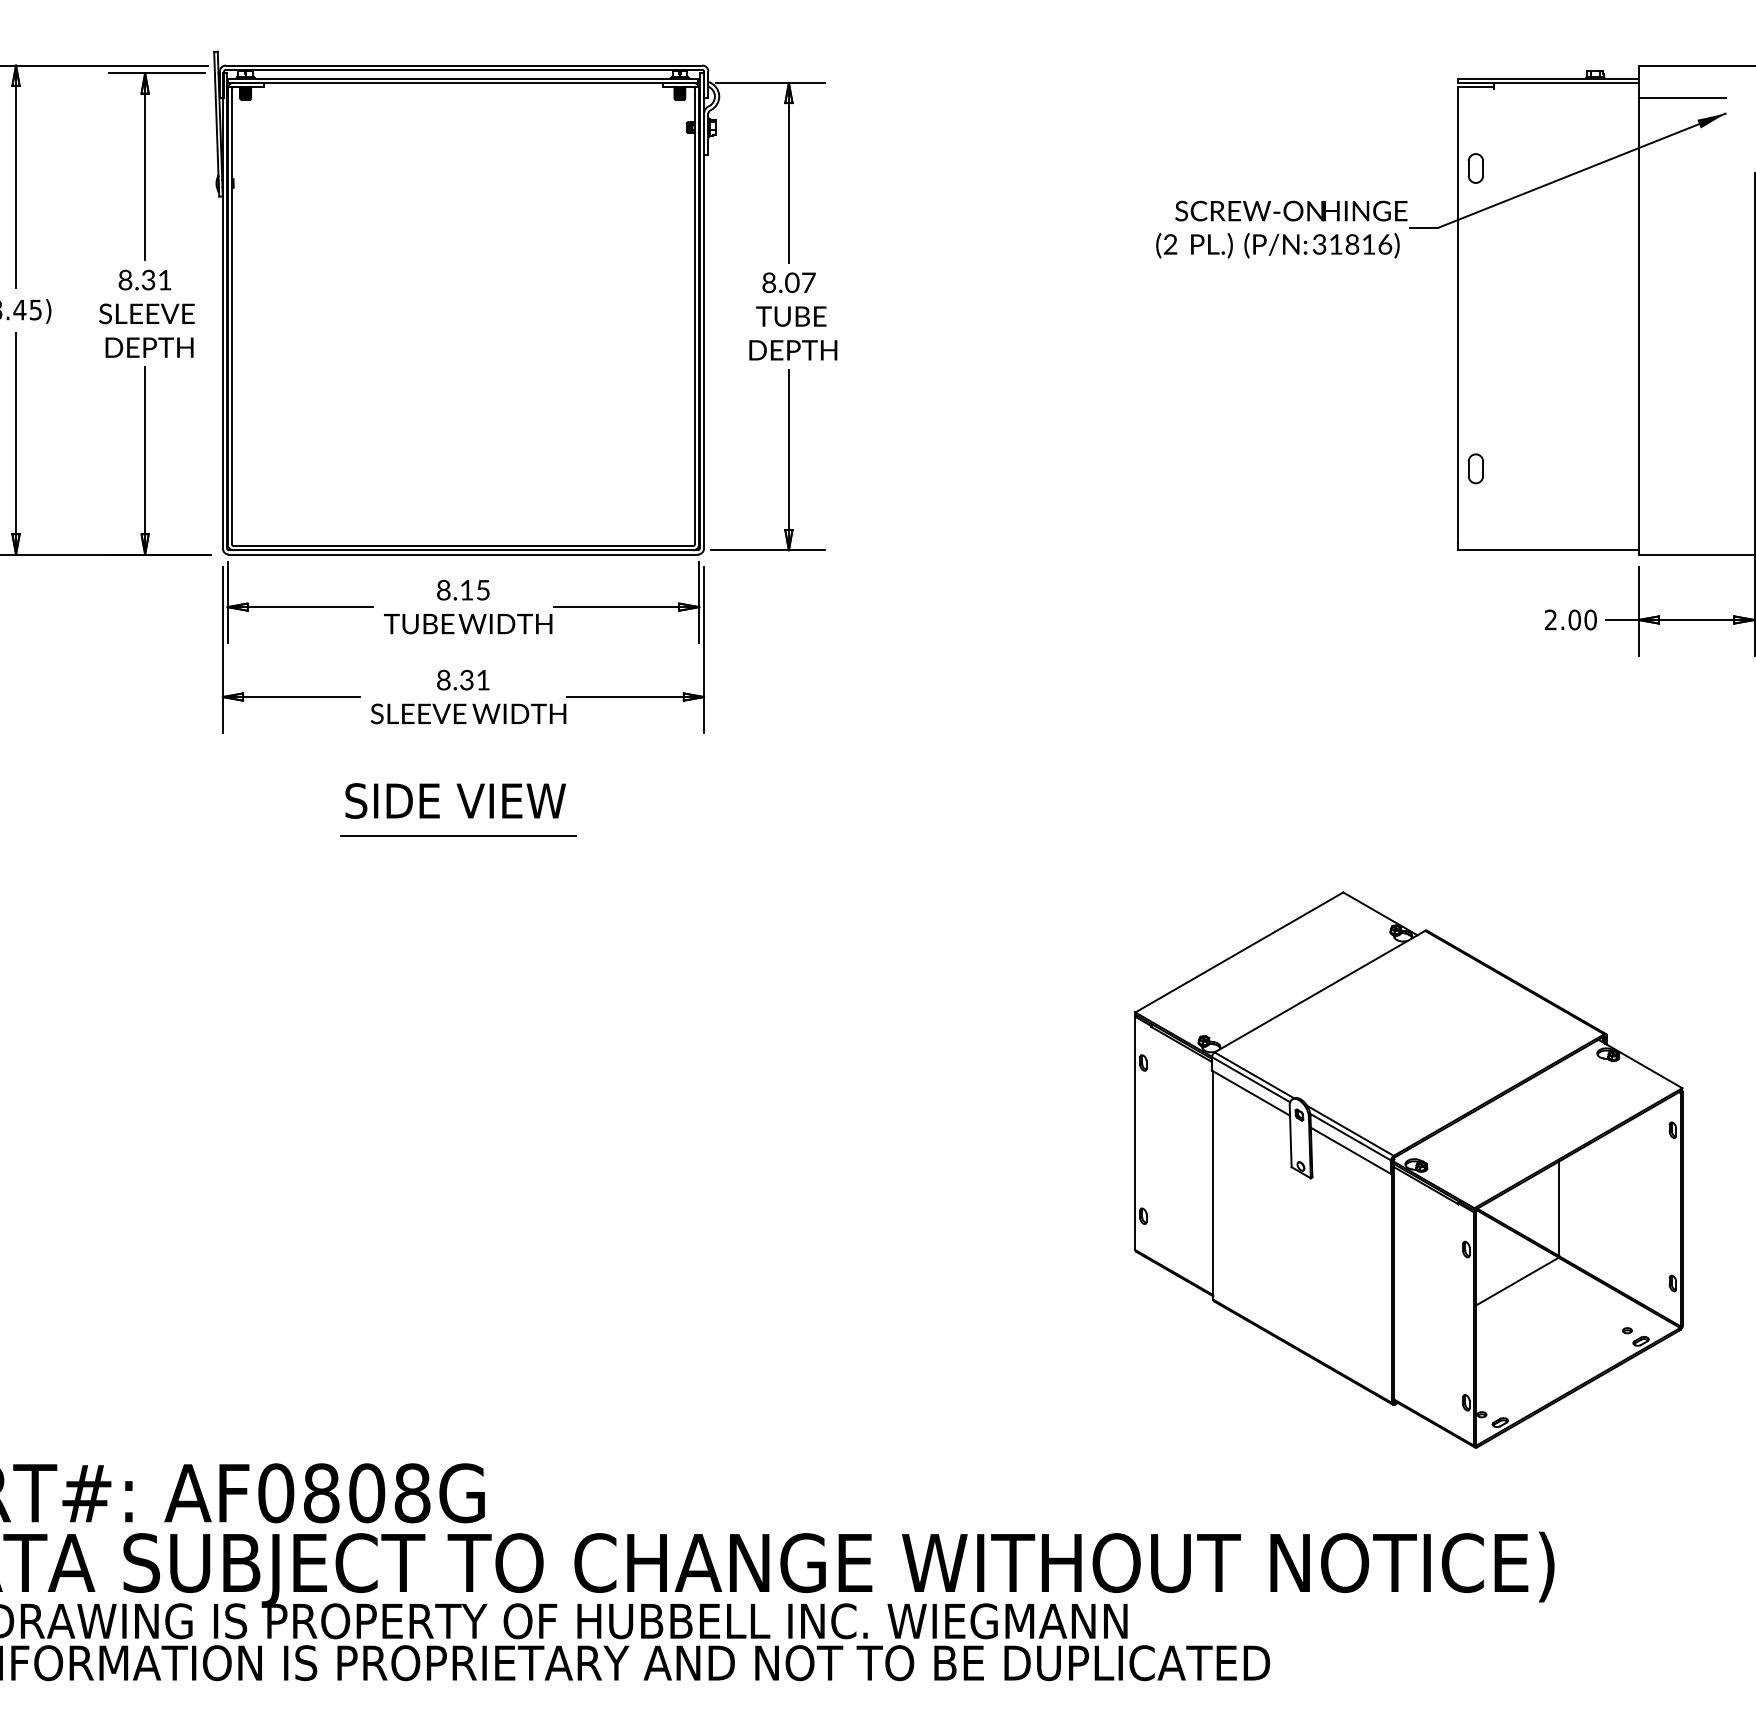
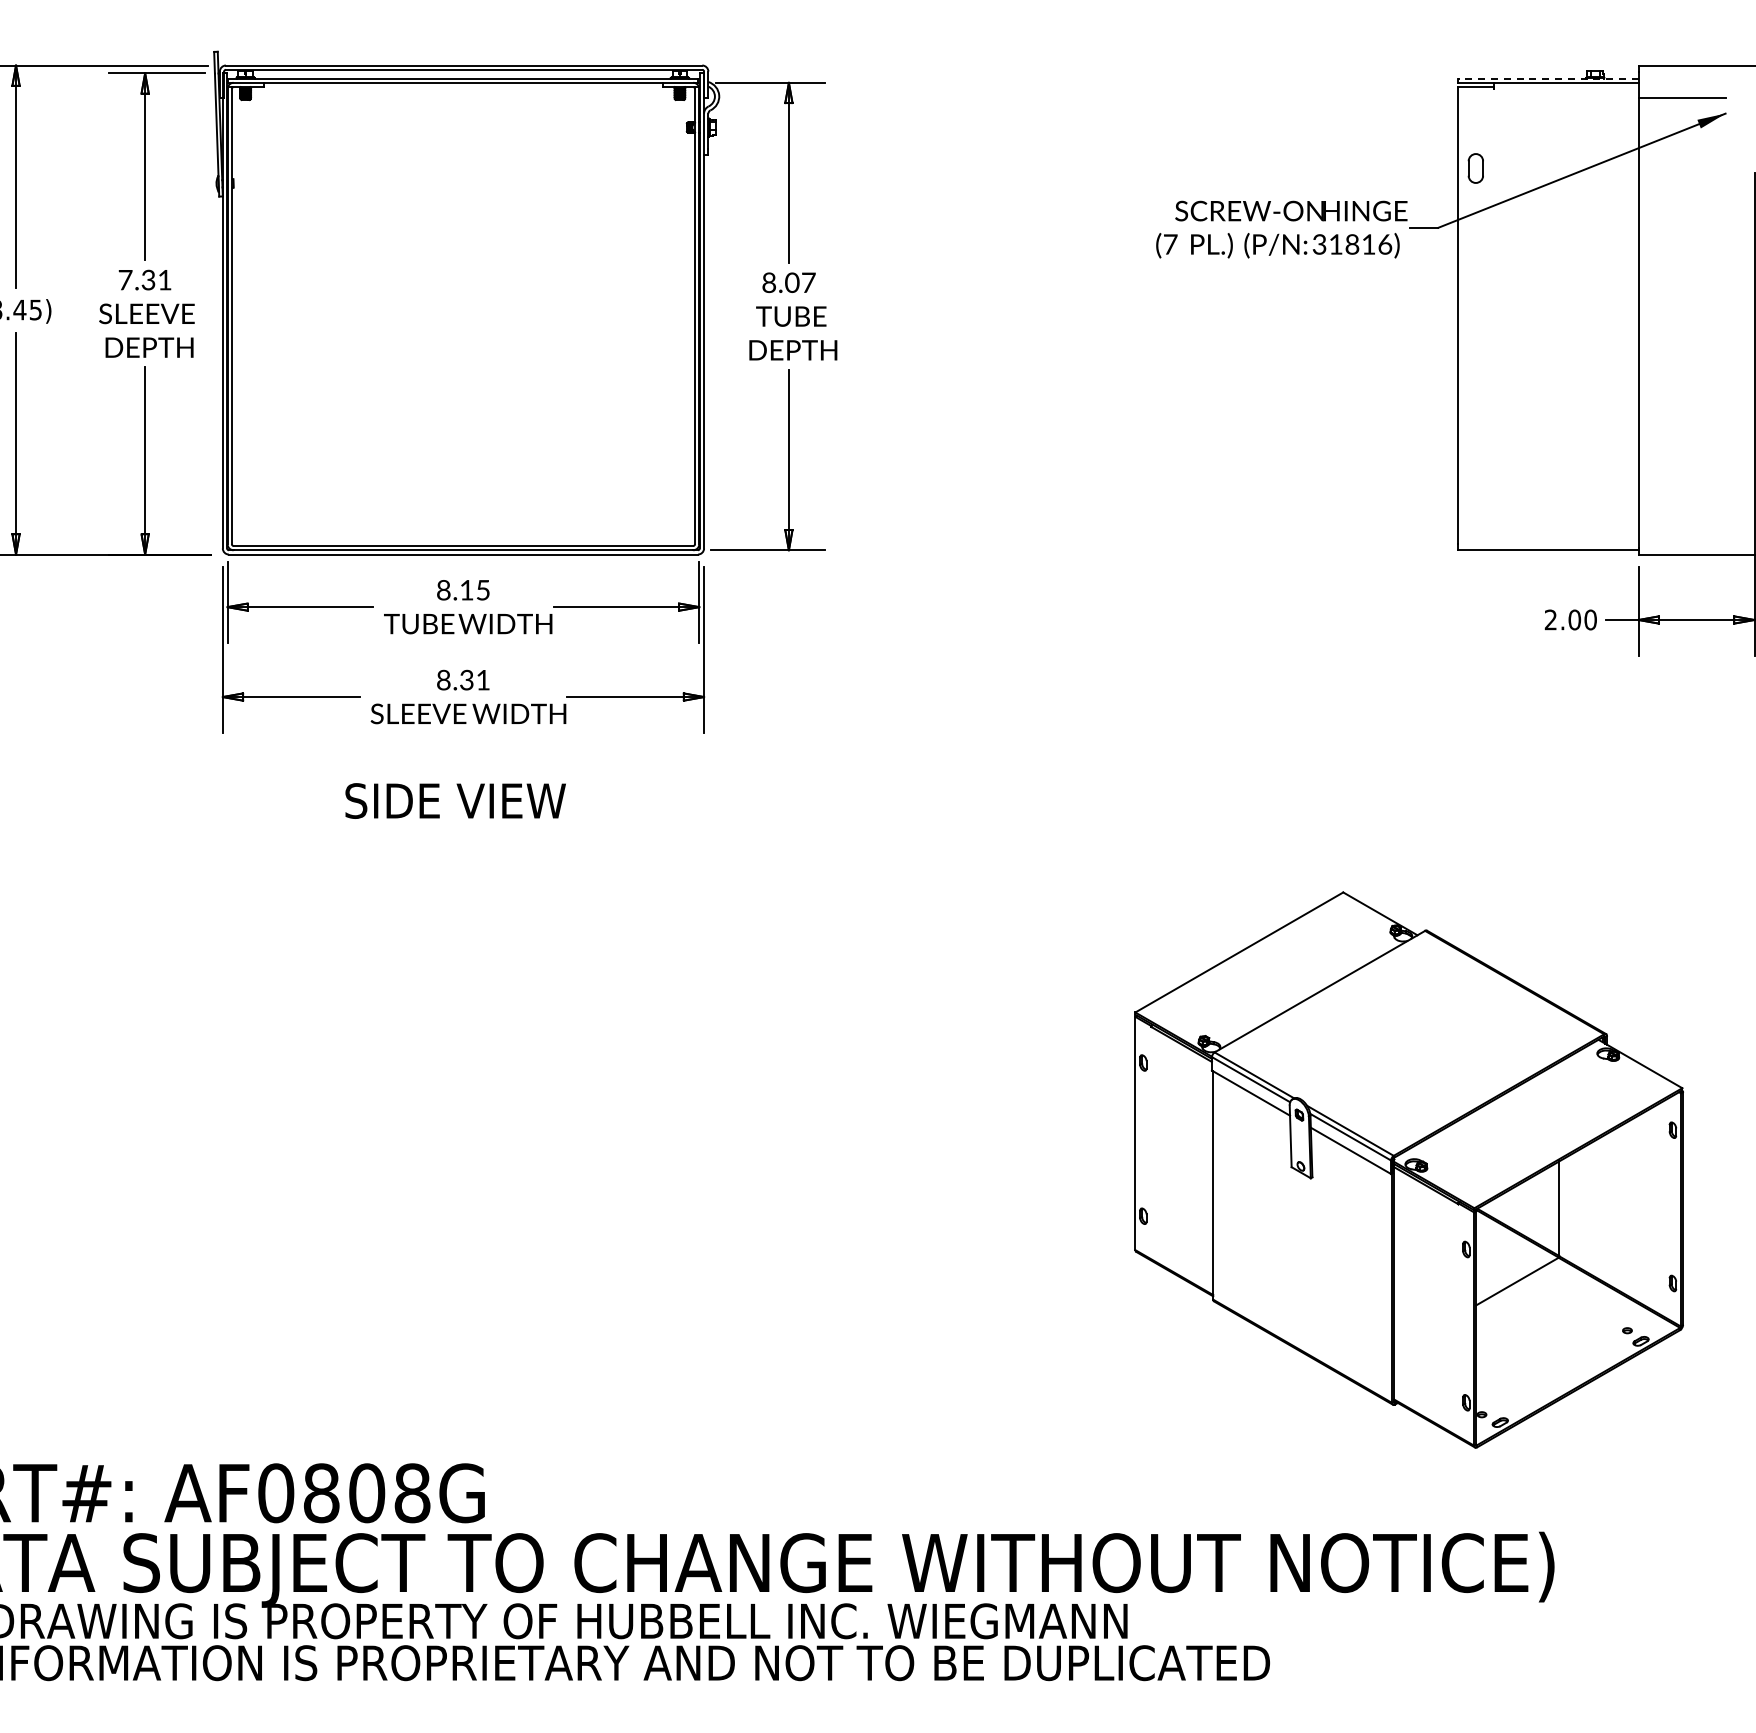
line at (1547, 78): solid -> dashed
text at (1170, 244): (2 -> (7
text at (125, 279): 8.31 -> 7.31
part at (1475, 468): present -> none
line at (457, 835): present -> none
